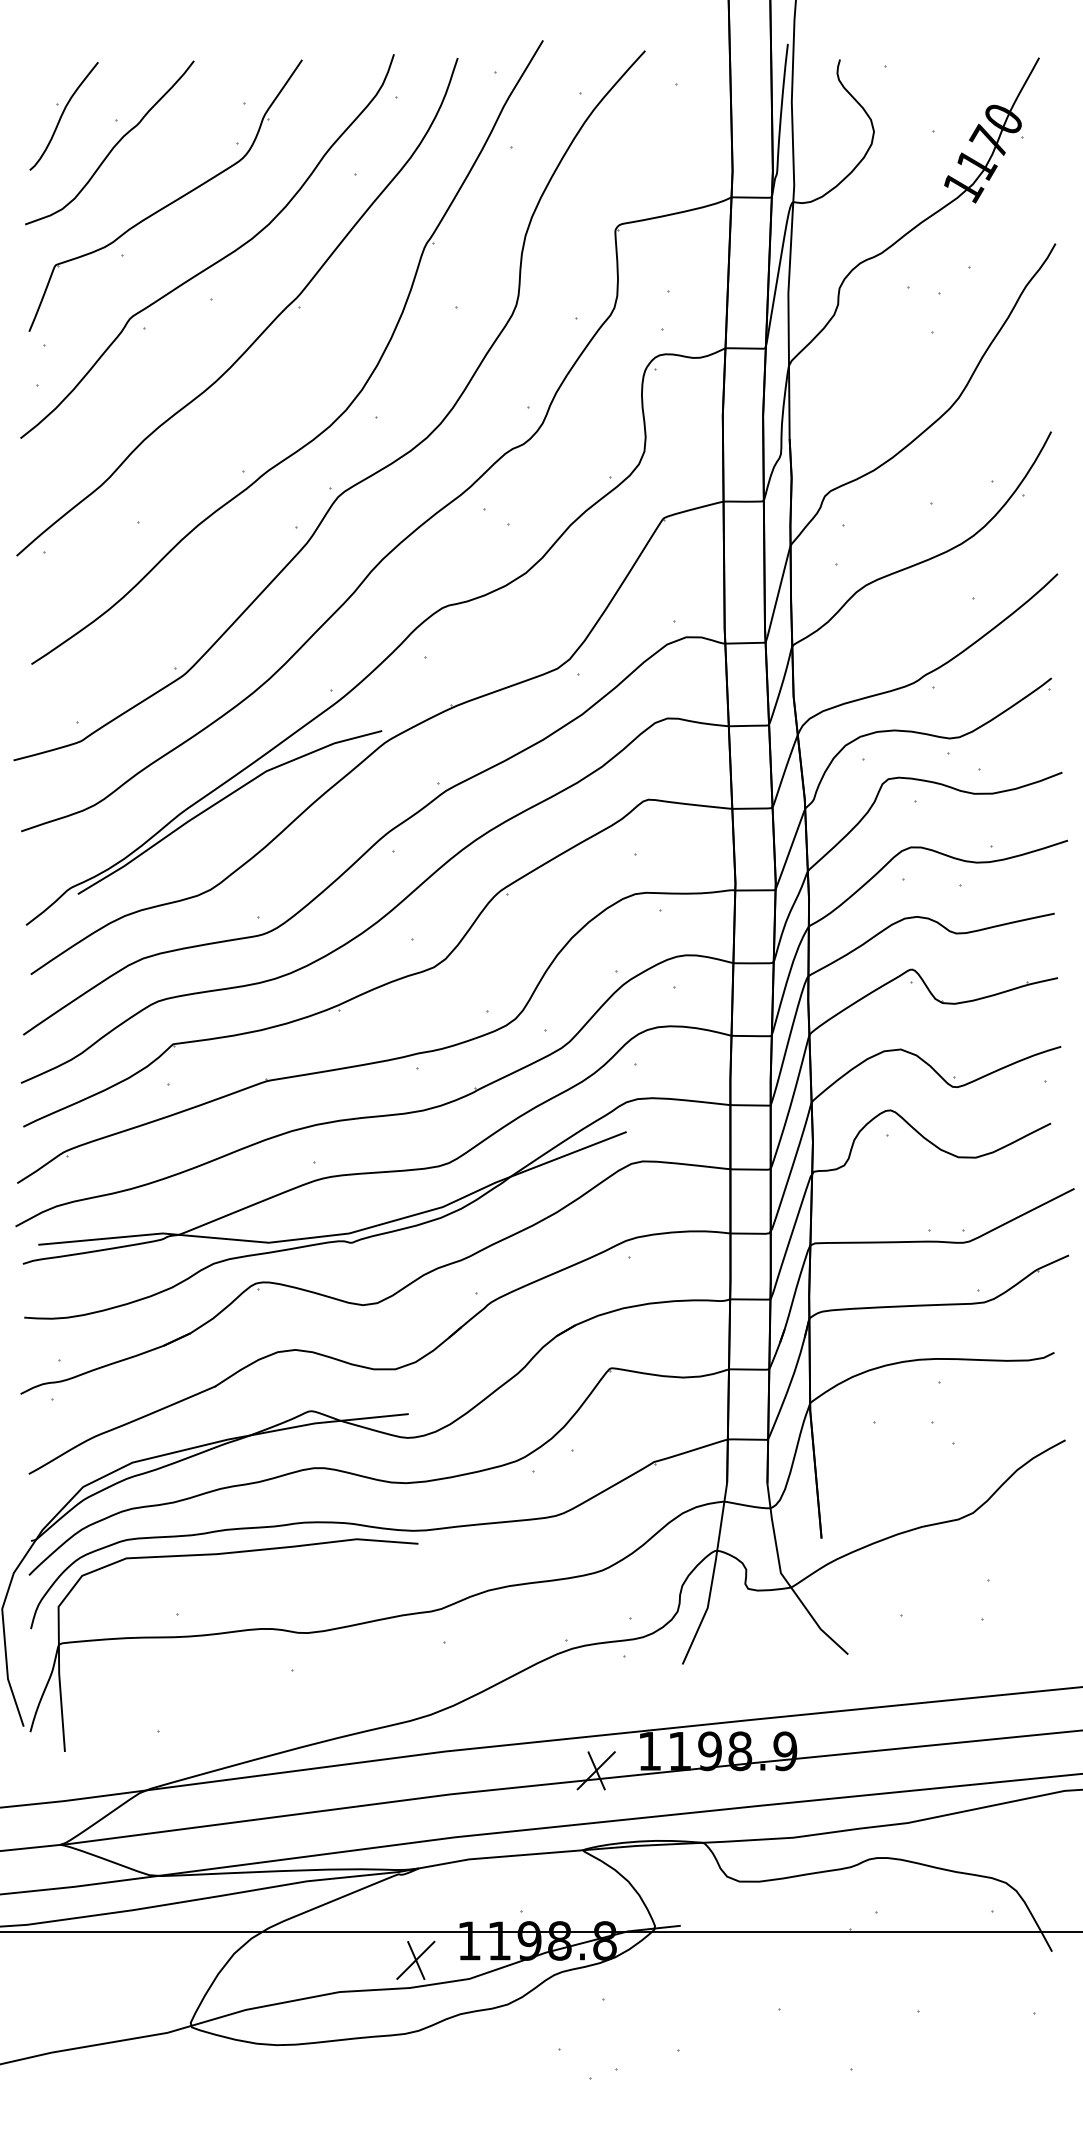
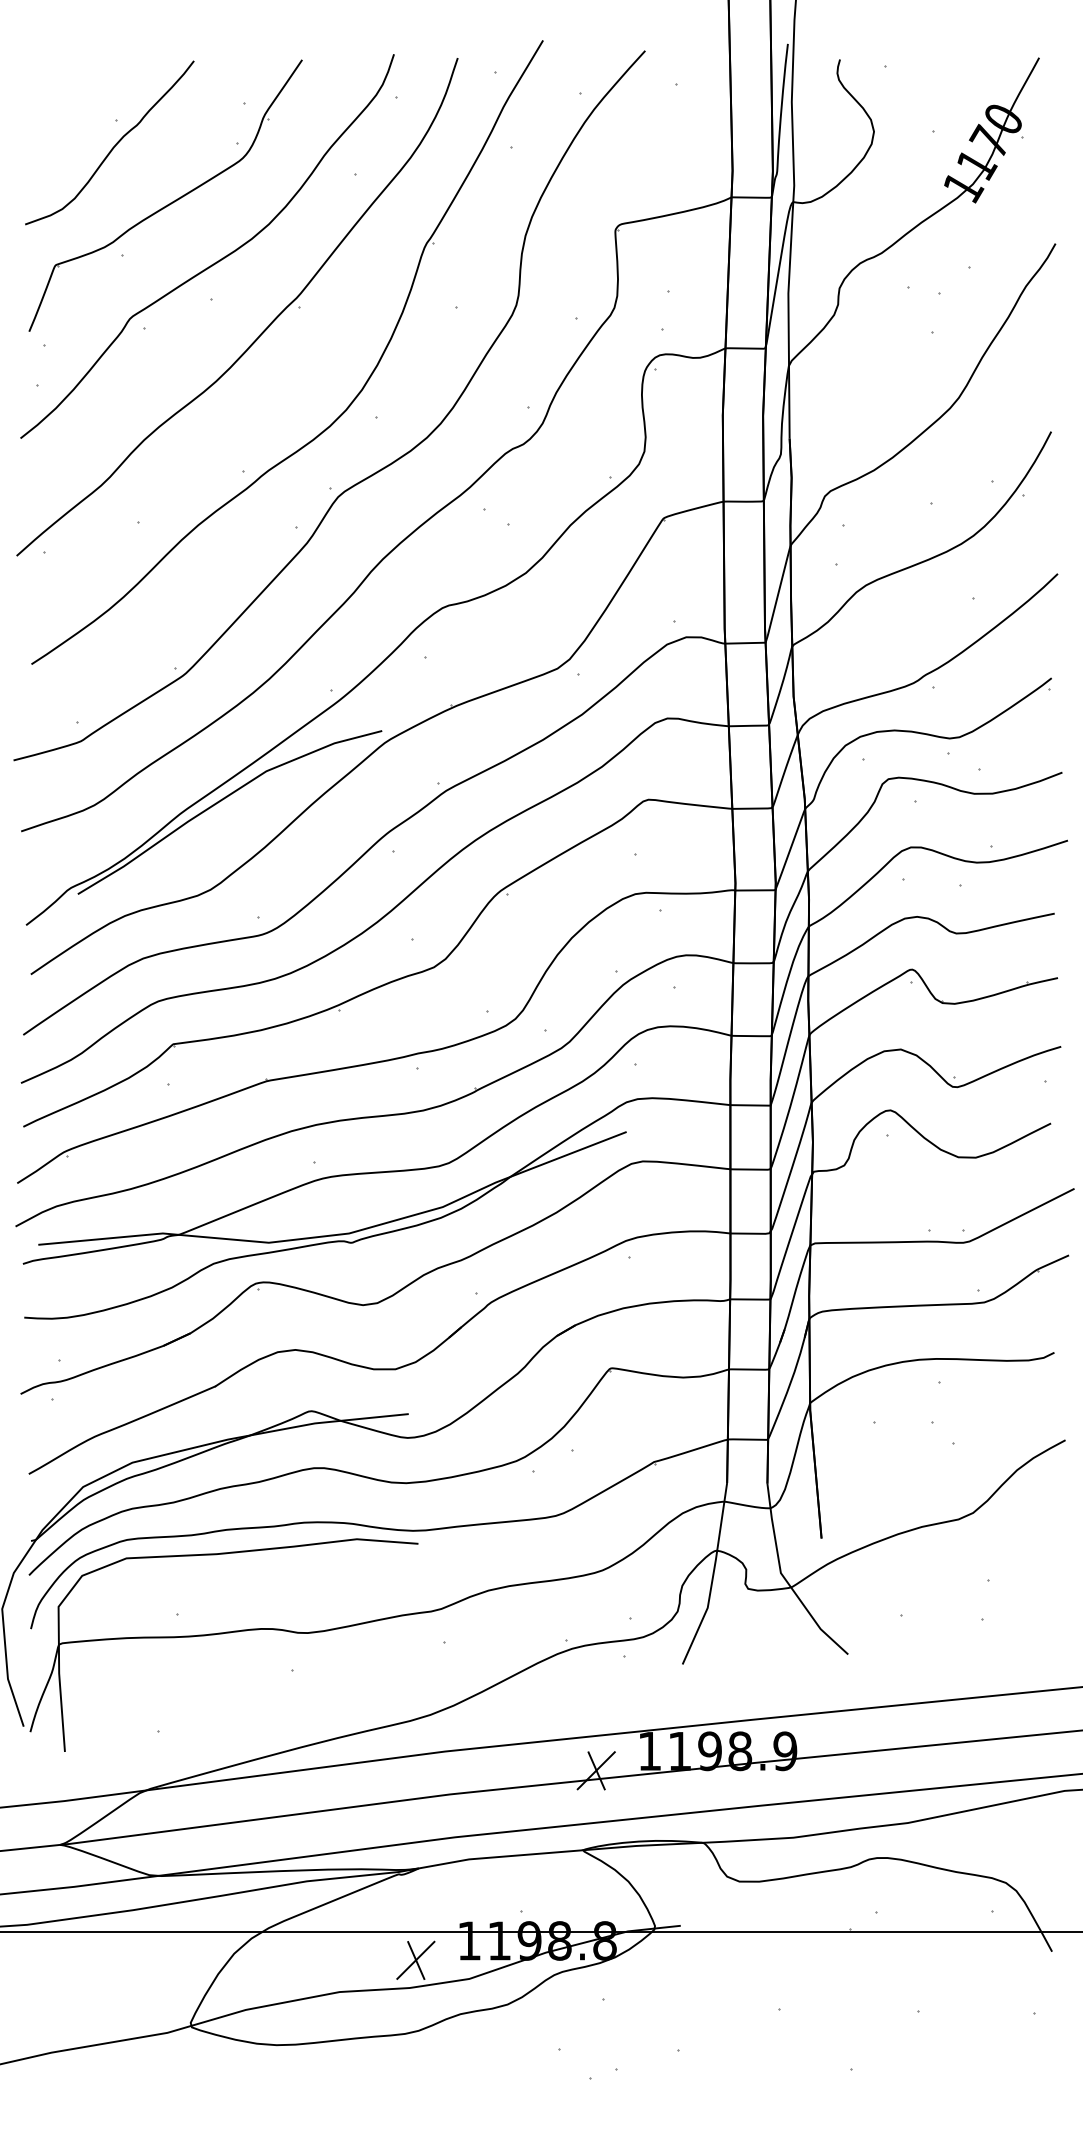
part at (63, 116): present -> none
